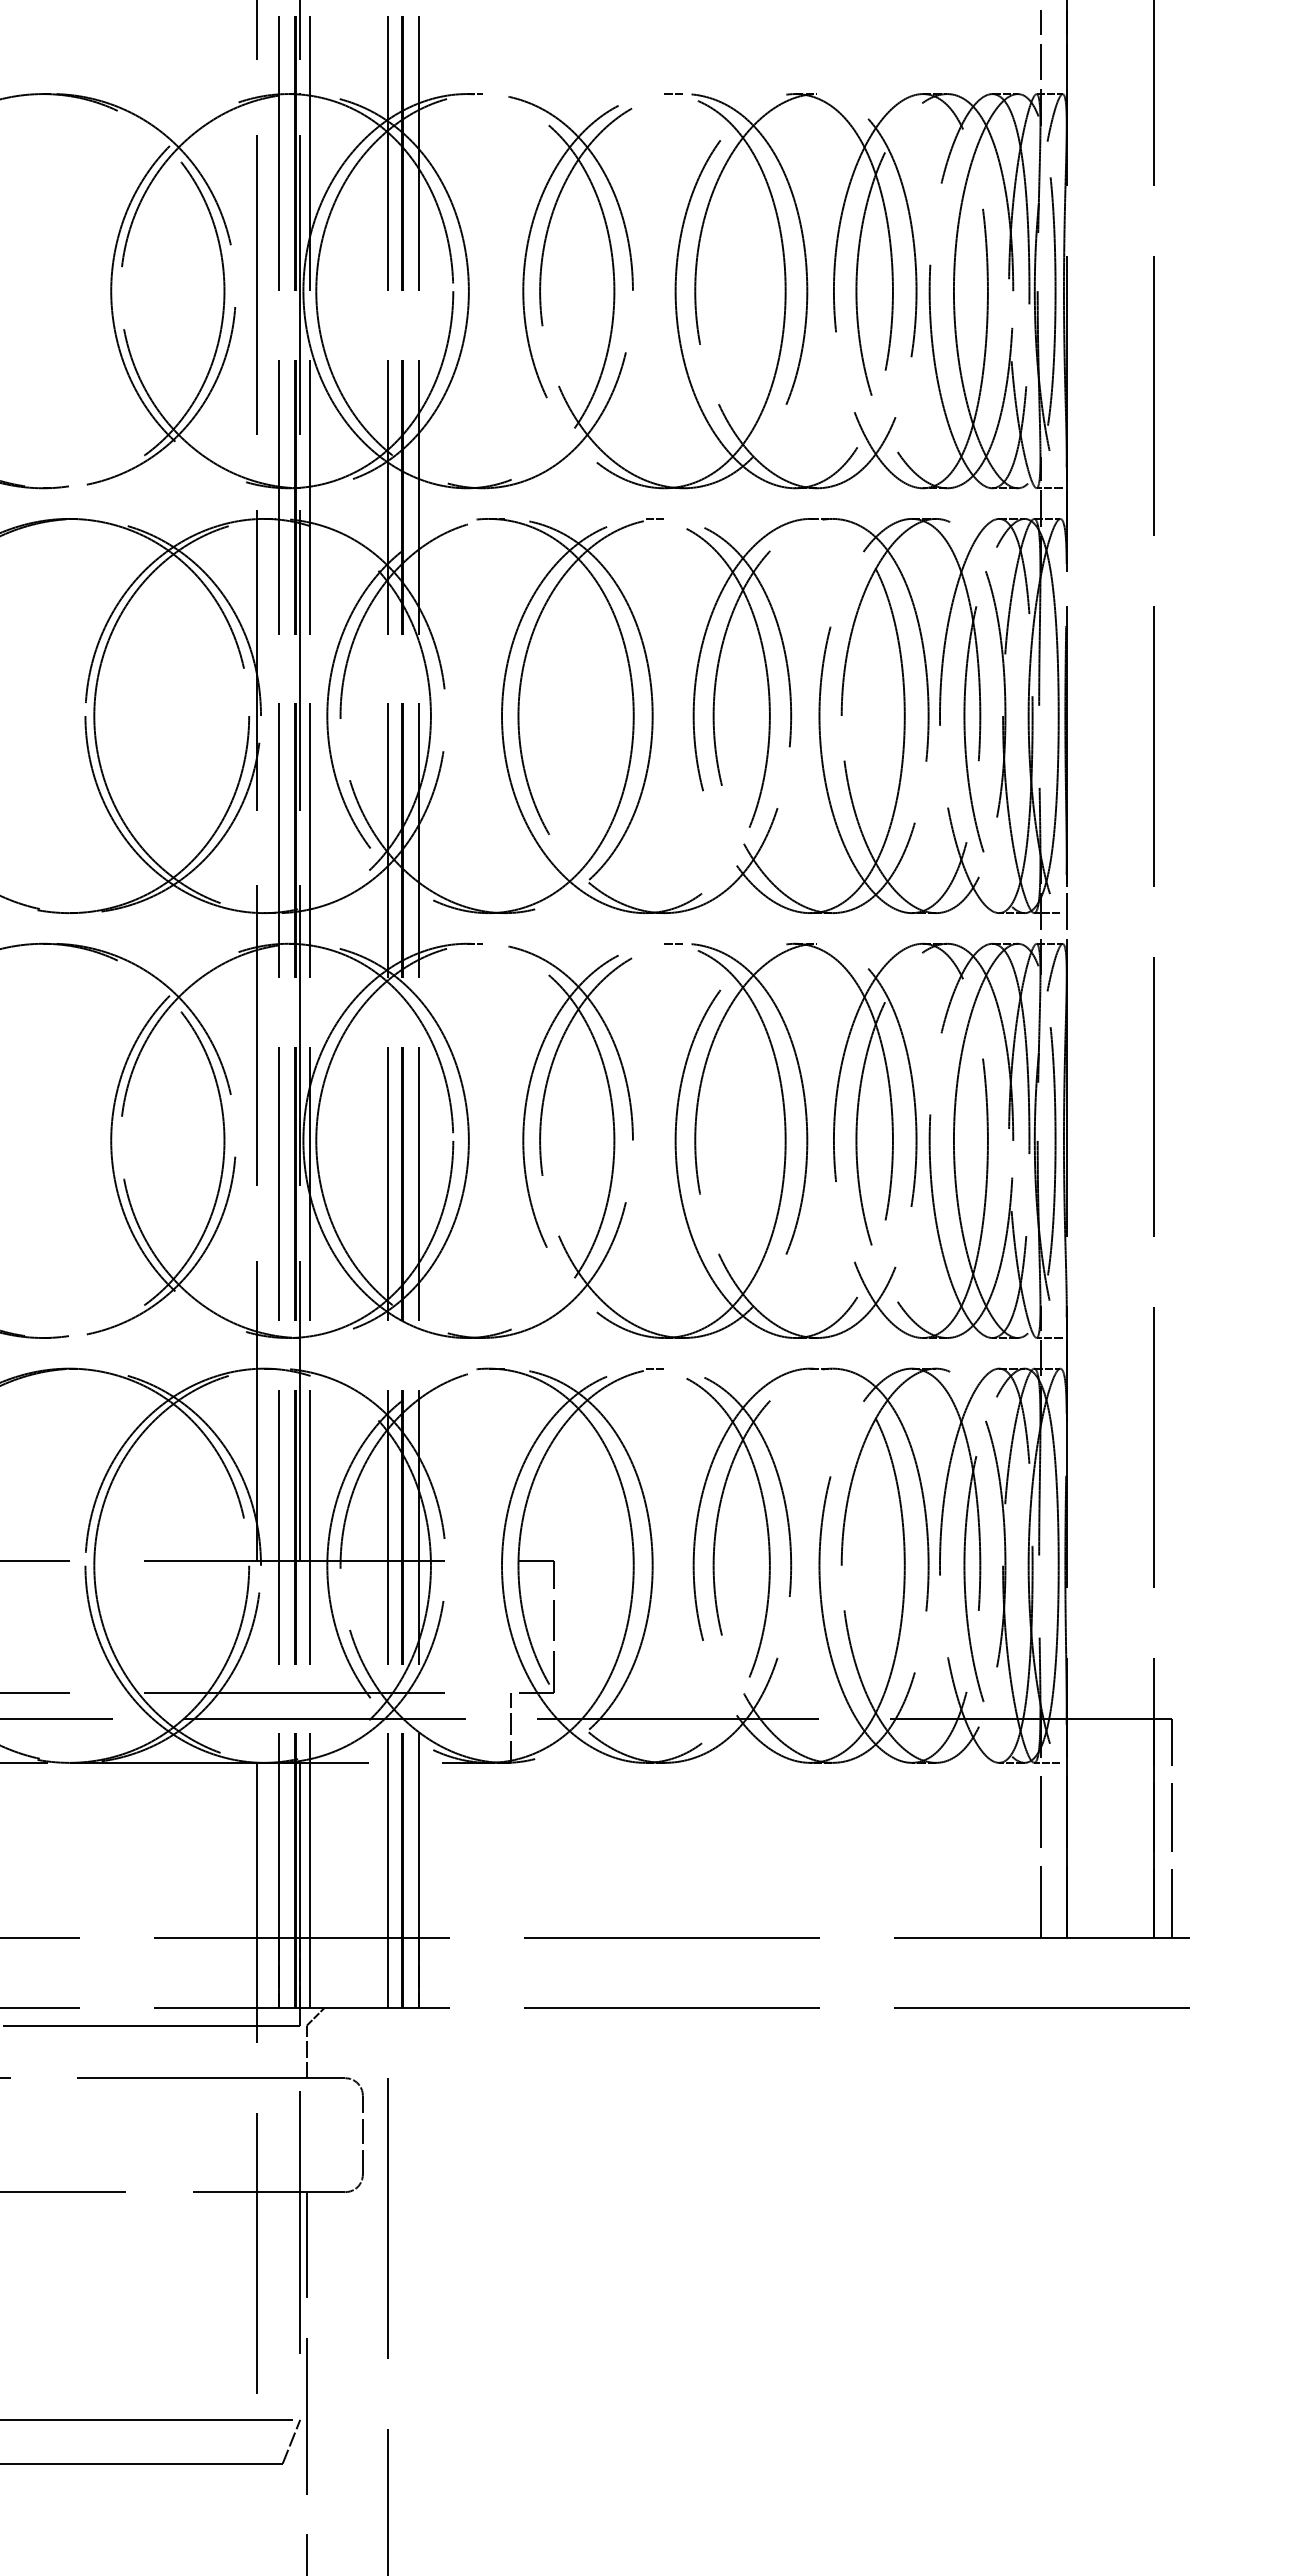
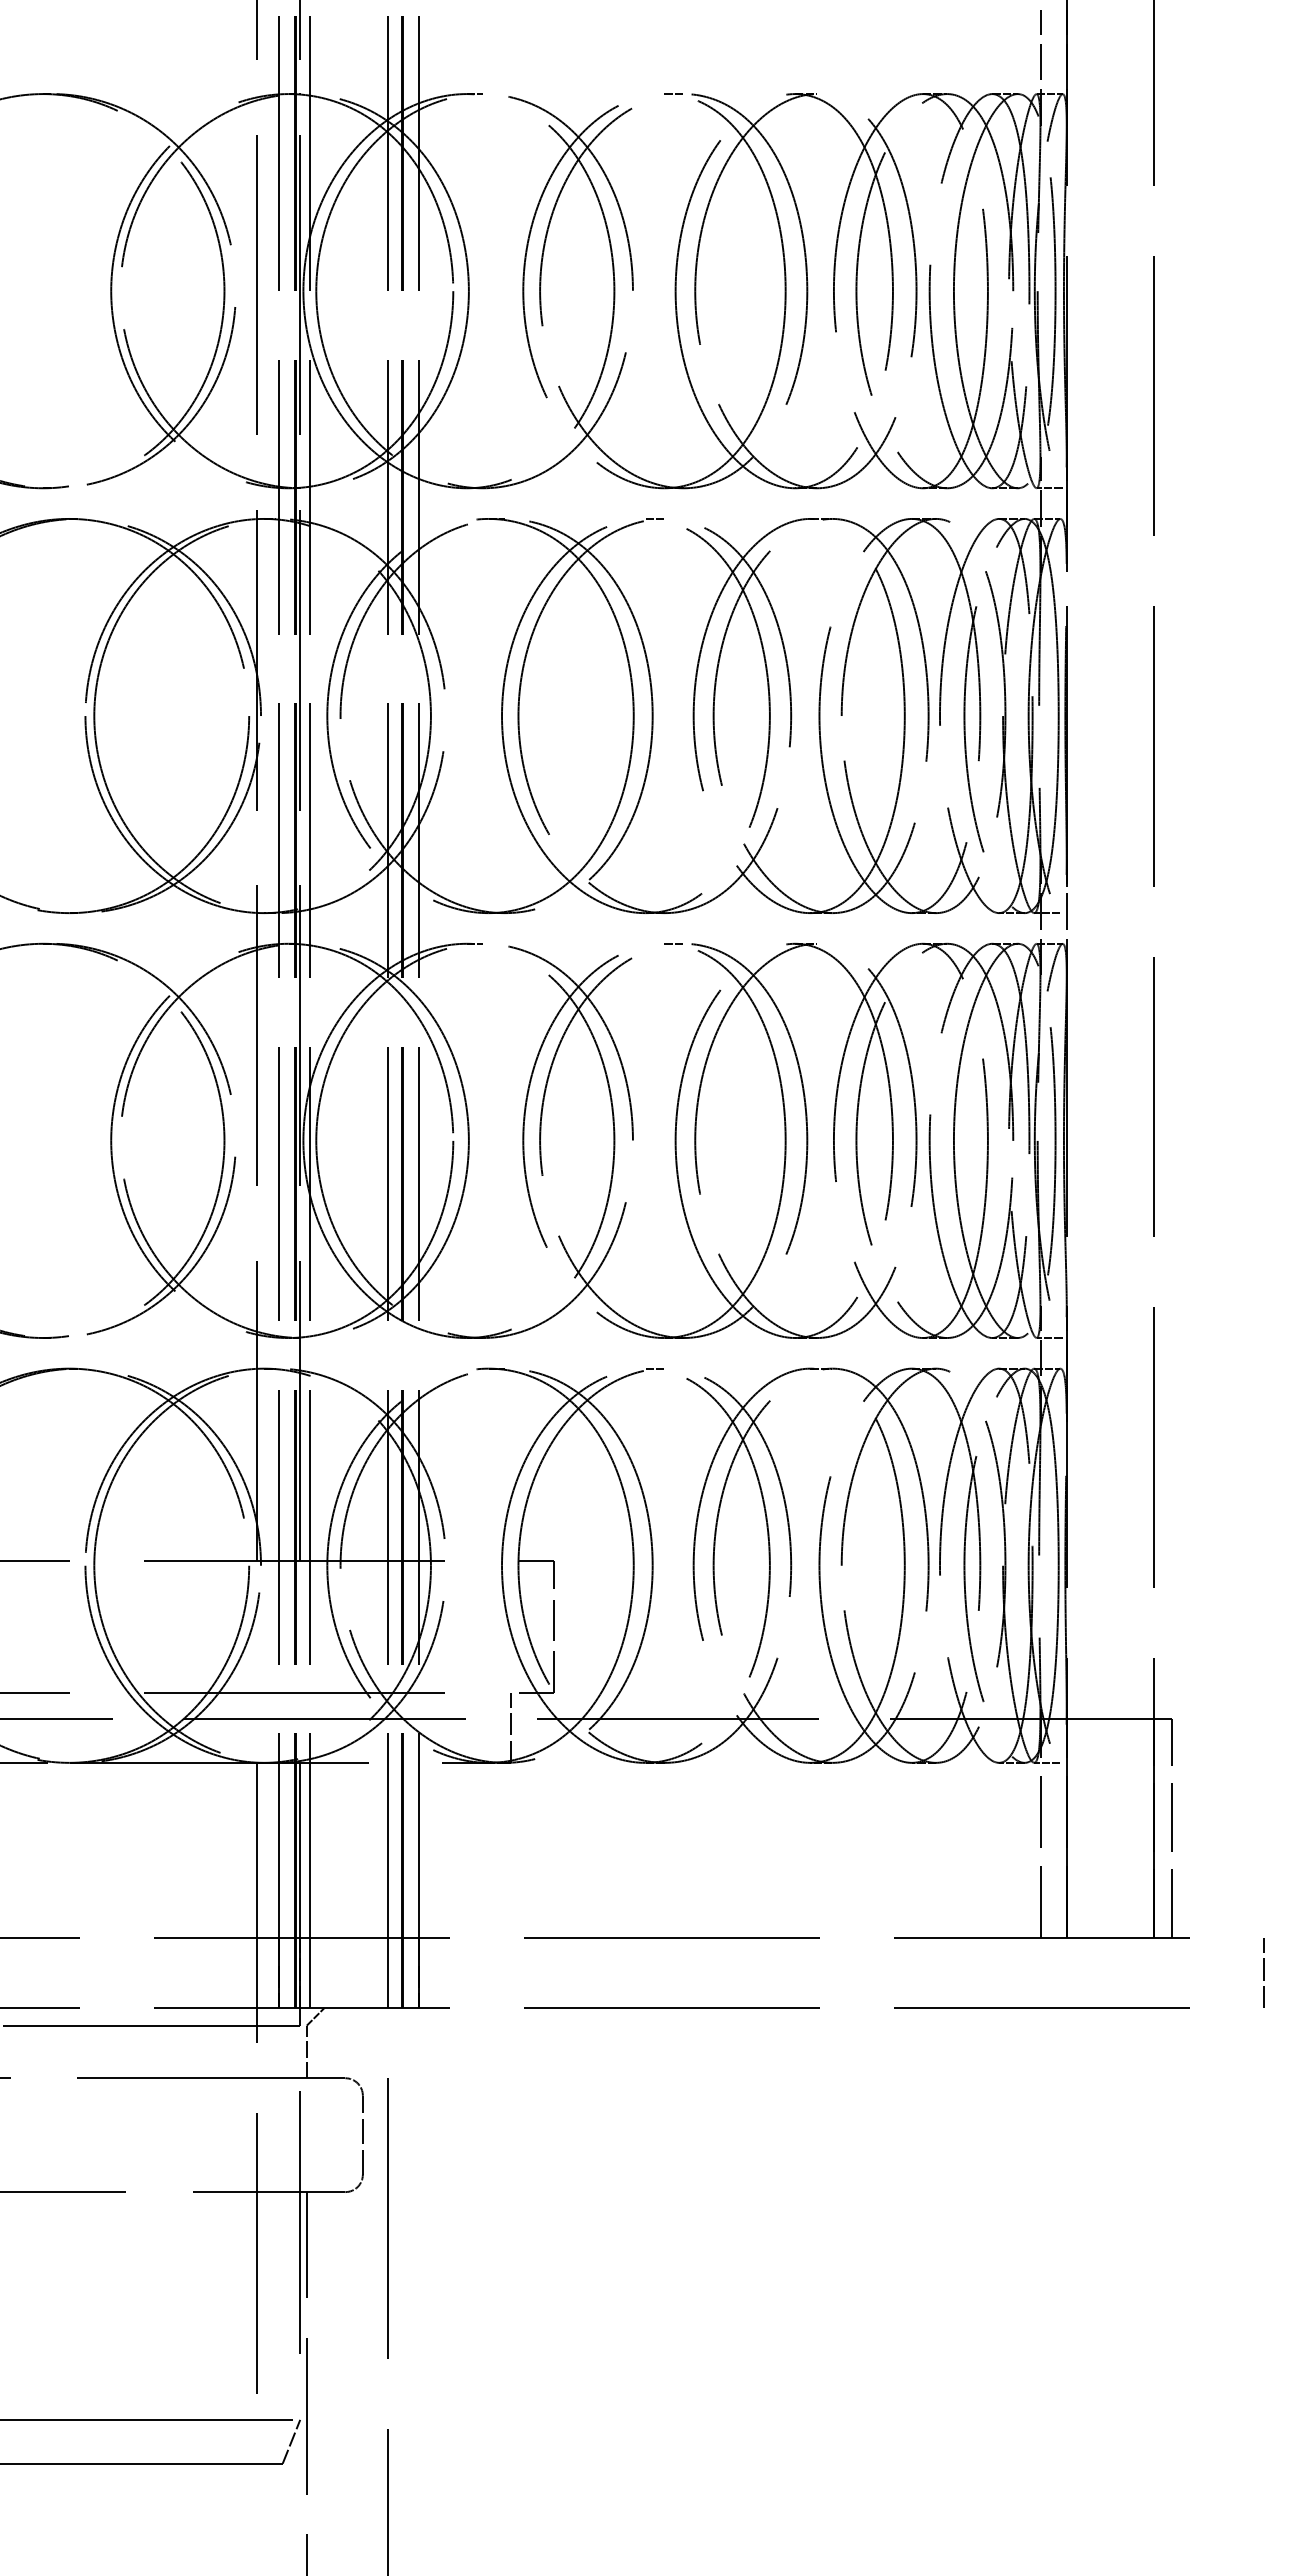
line at (1263, 1973): none -> present
